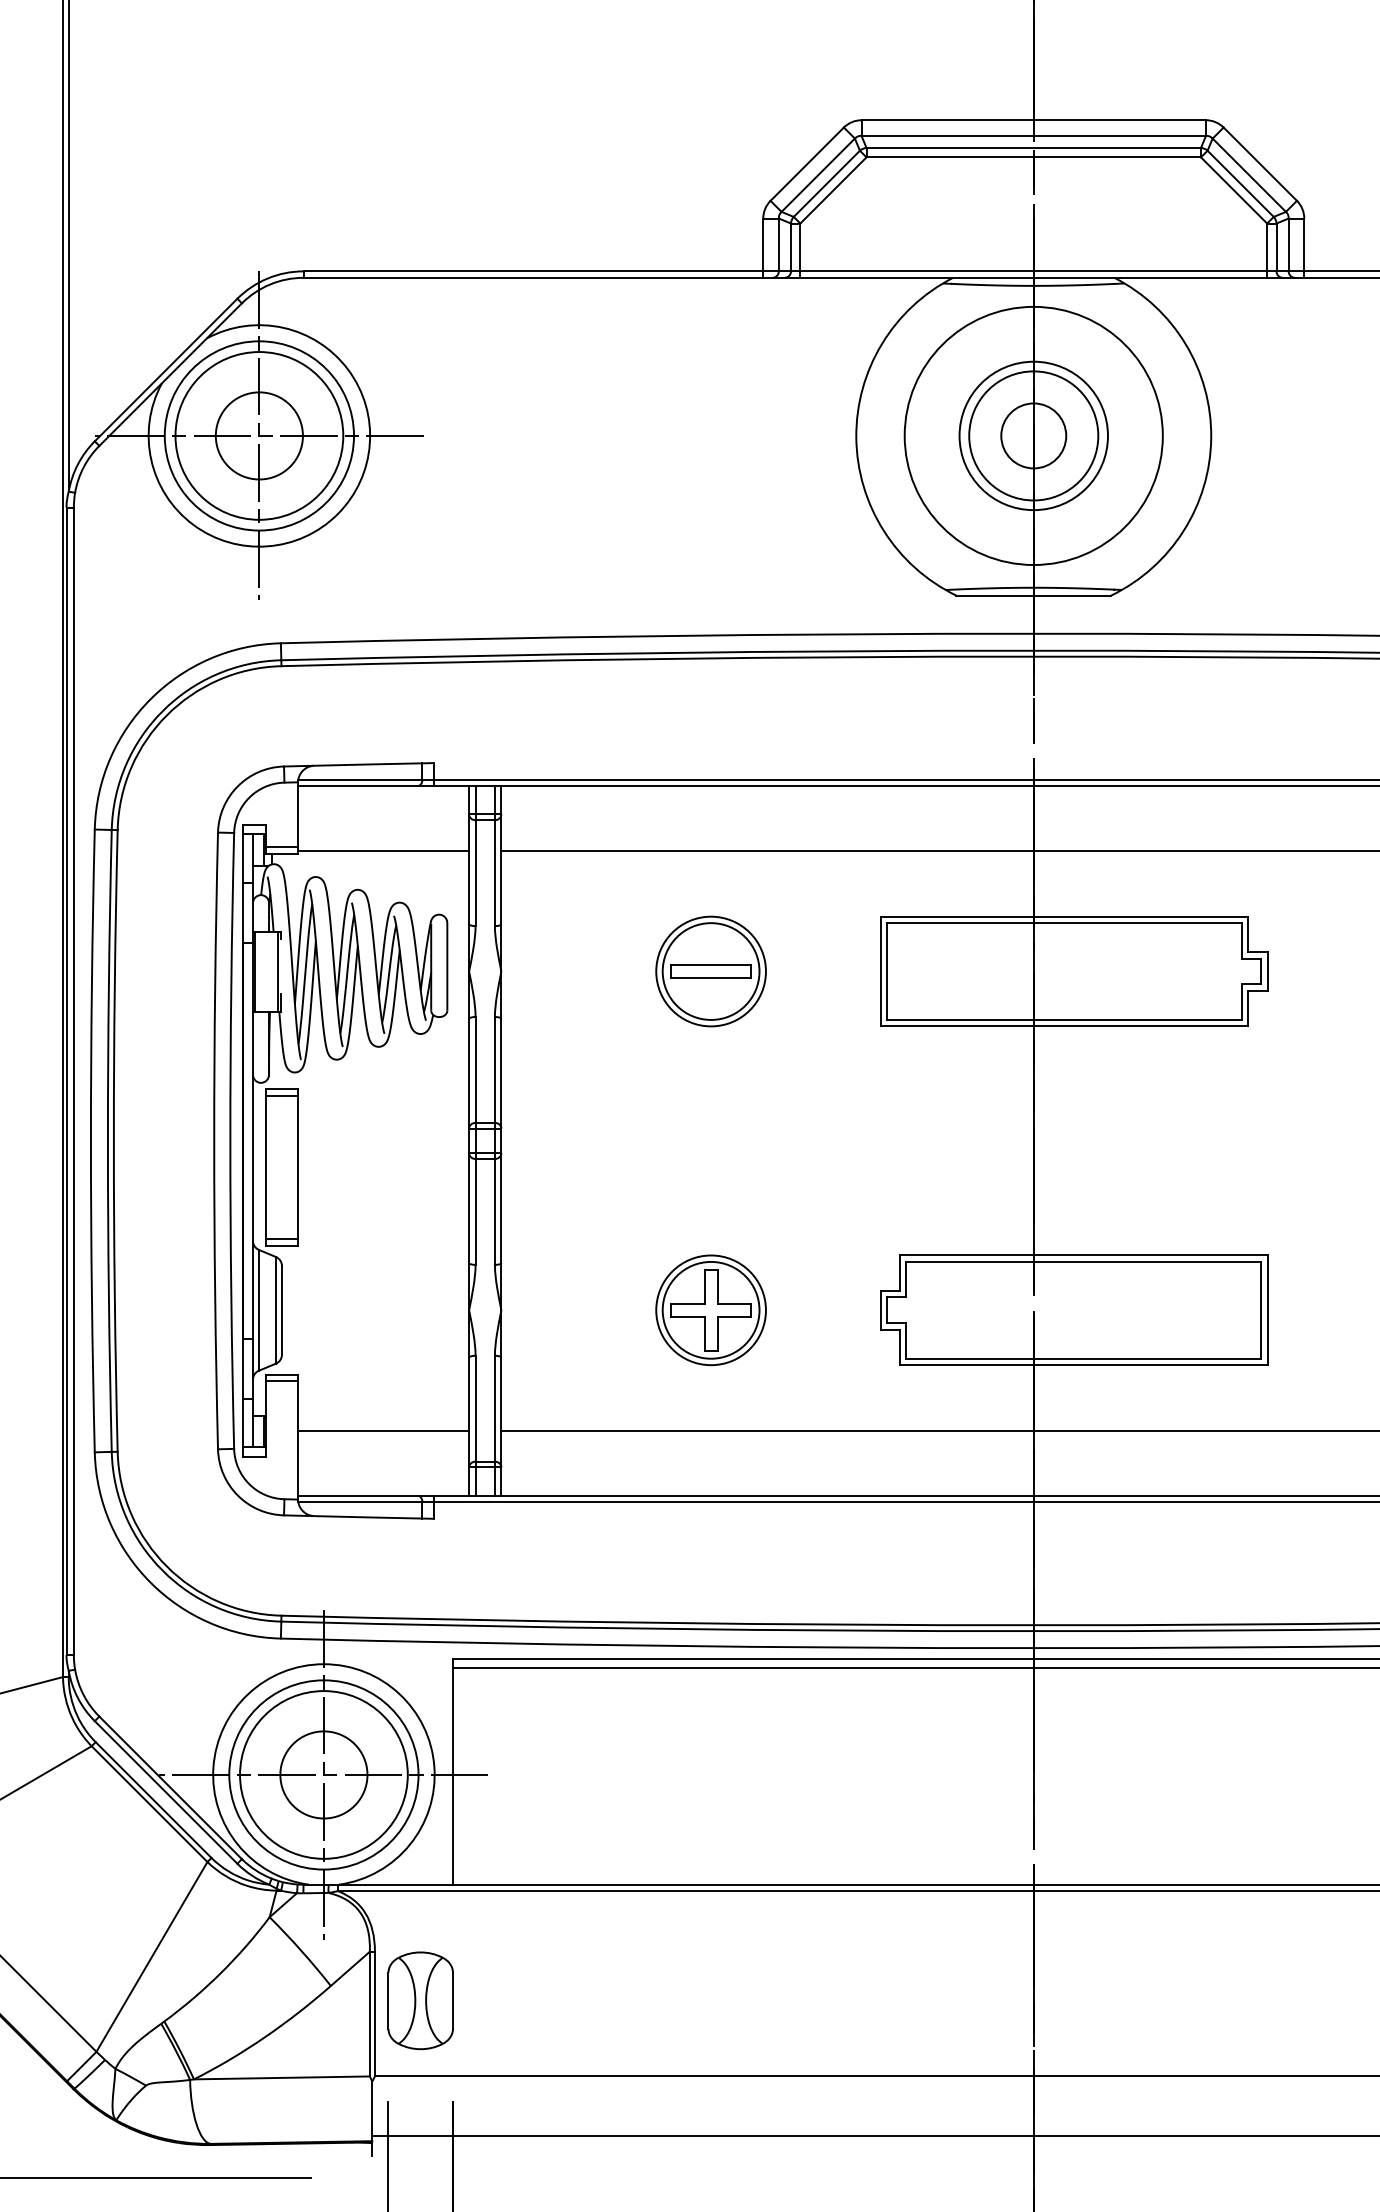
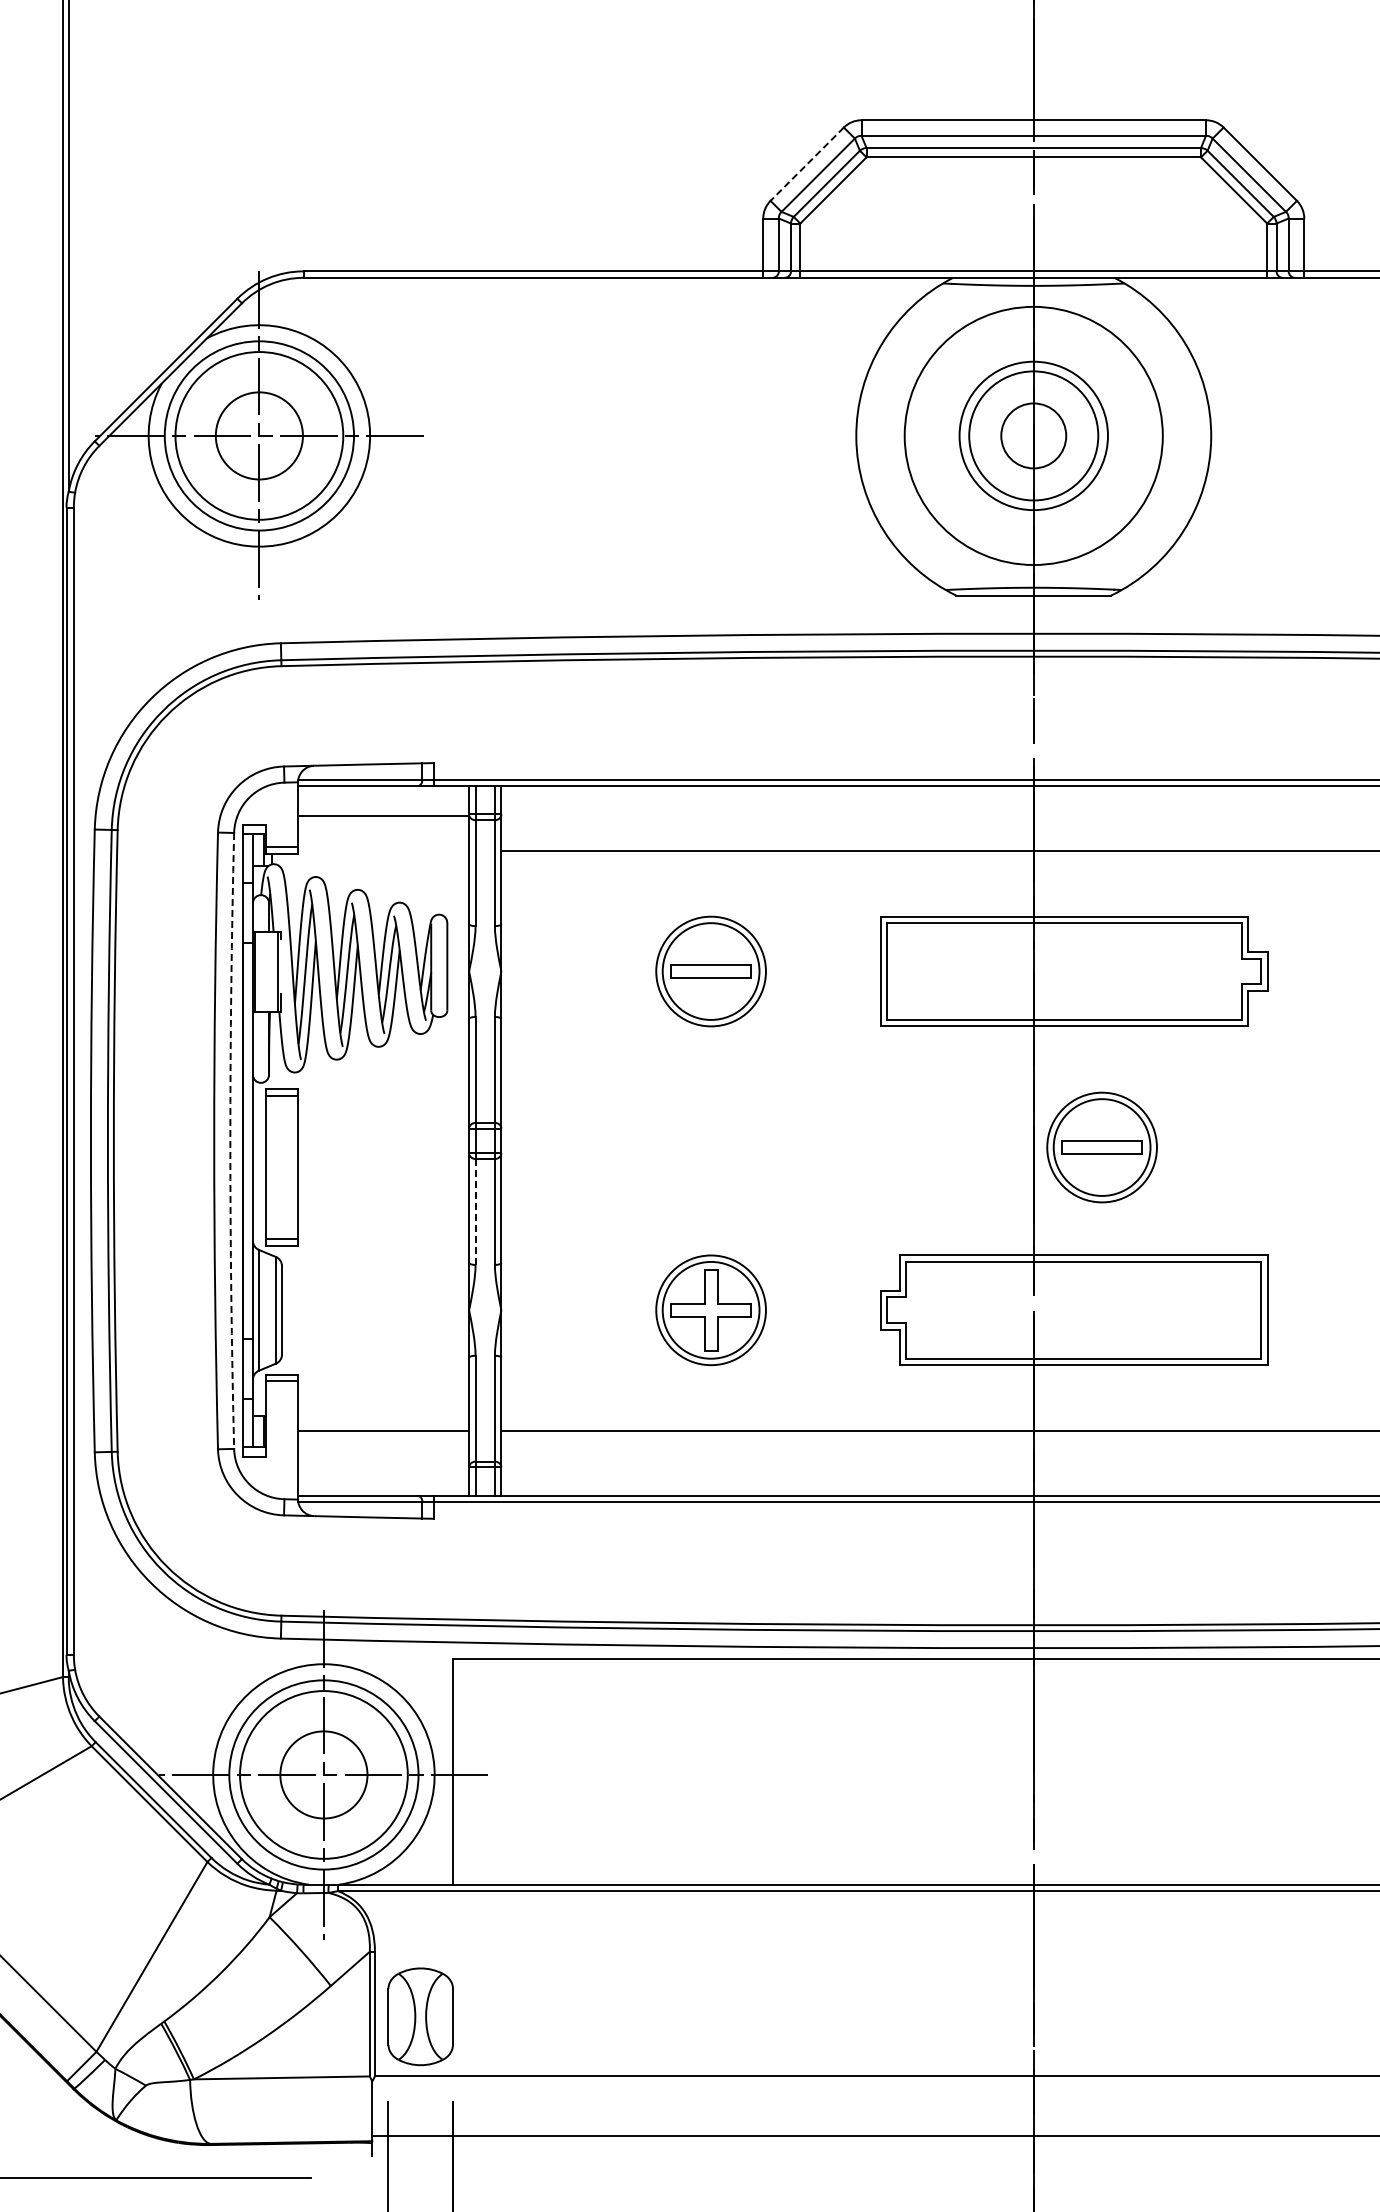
line at (807, 164): solid -> dashed
line at (383, 850) position: (383, 850) -> (383, 815)
arc at (230, 1140): solid -> dashed
part at (1101, 1147): none -> present
line at (475, 1211): solid -> dashed
line at (914, 1668): present -> none
part at (420, 2000) position: (420, 2000) -> (420, 2016)
